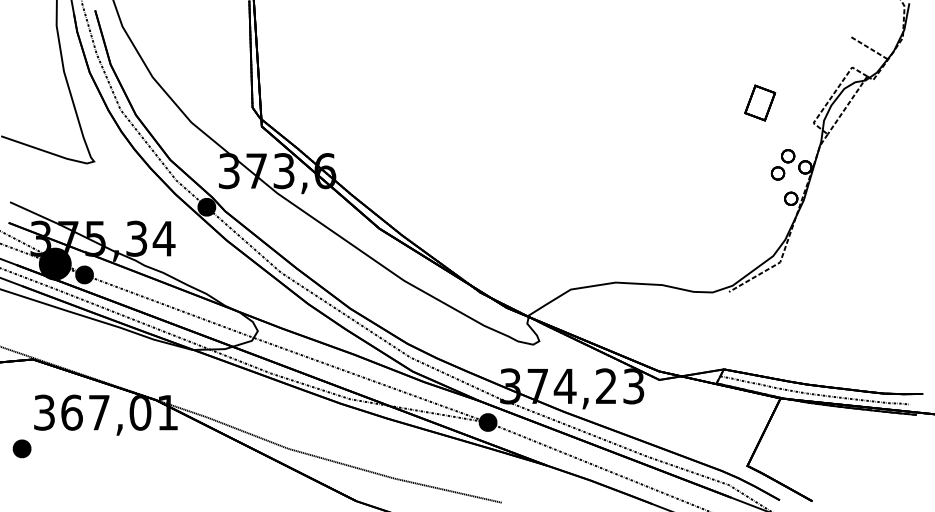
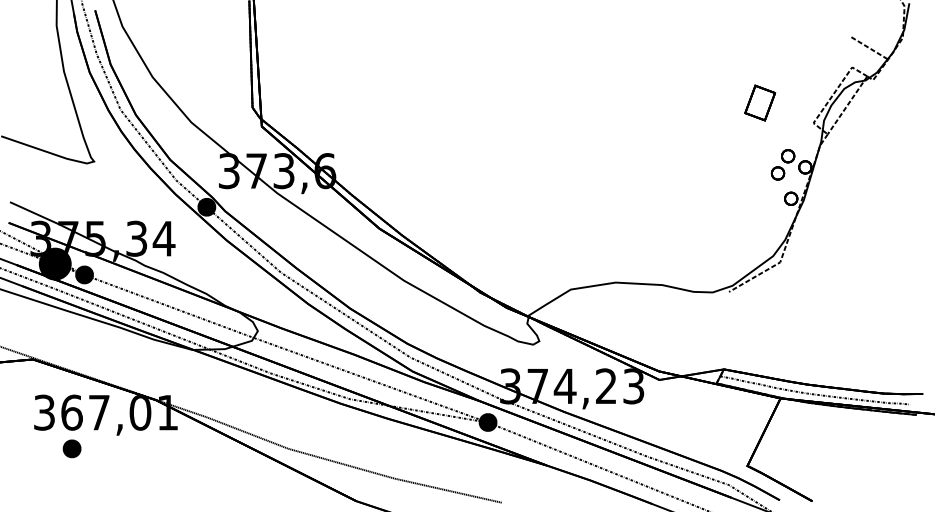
part at (21, 448) position: (21, 448) -> (71, 448)
